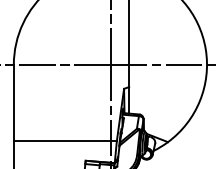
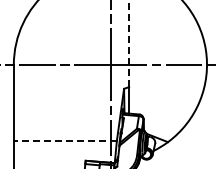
line at (129, 44): solid -> dashed
line at (65, 141): solid -> dashed
